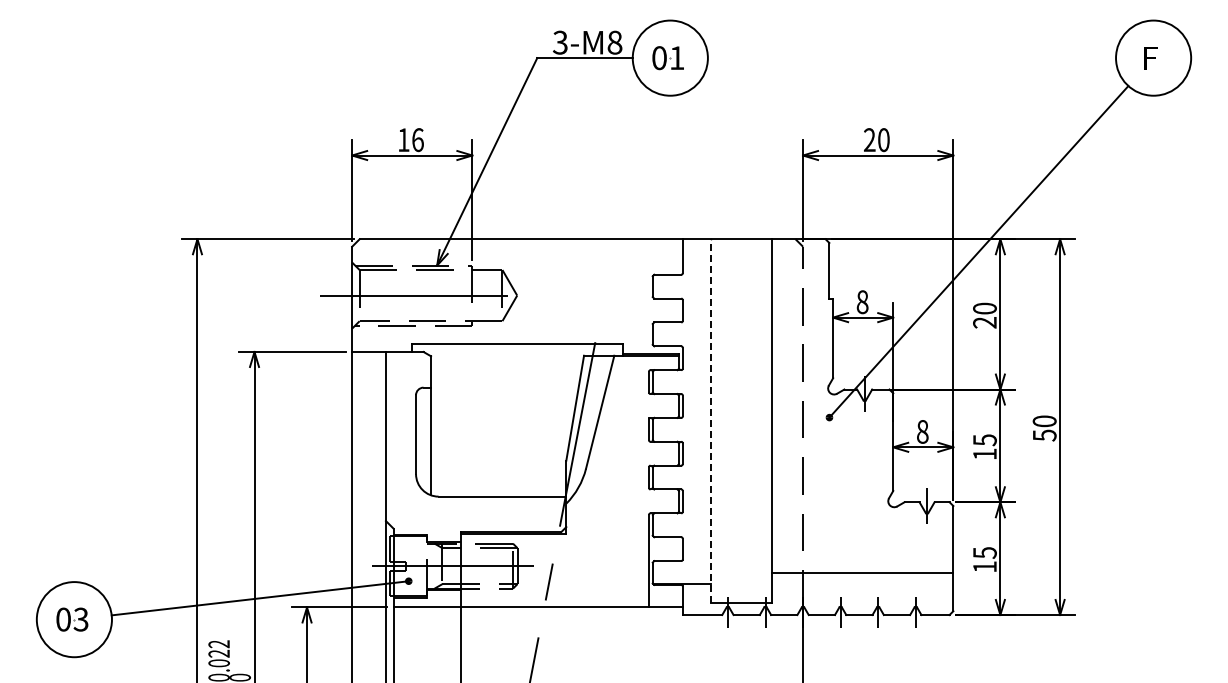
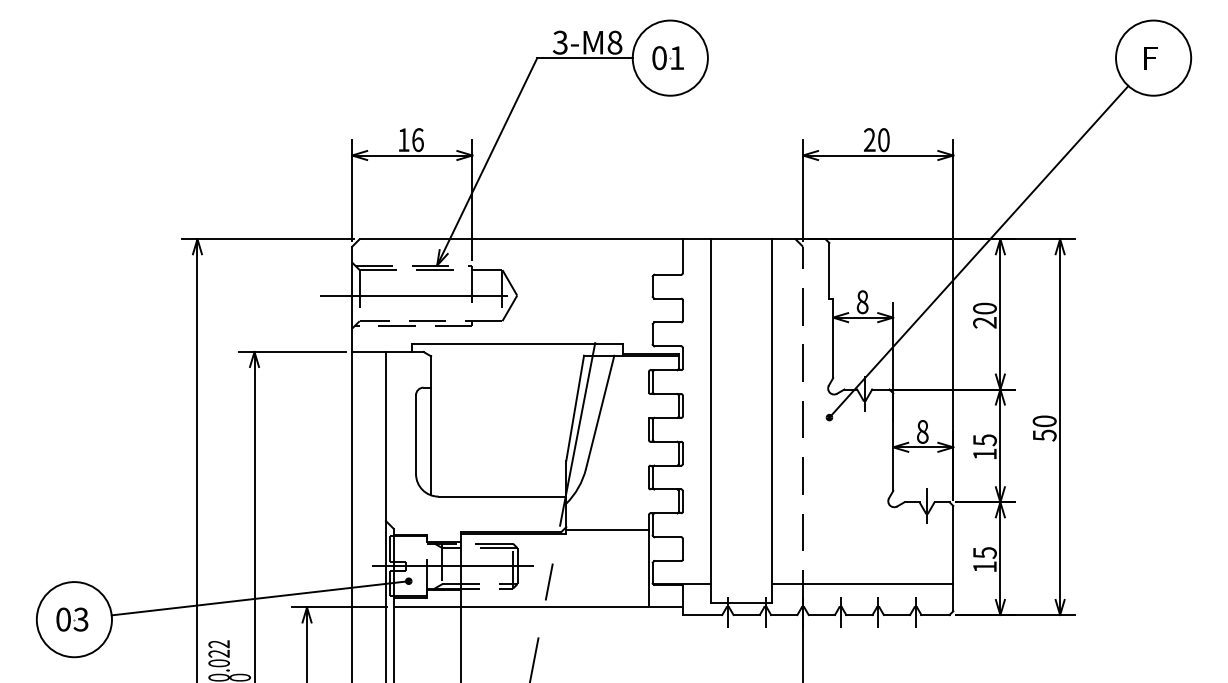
line at (710, 421): dashed -> solid
line at (607, 530): none -> present
line at (862, 572) position: (862, 572) -> (862, 583)
